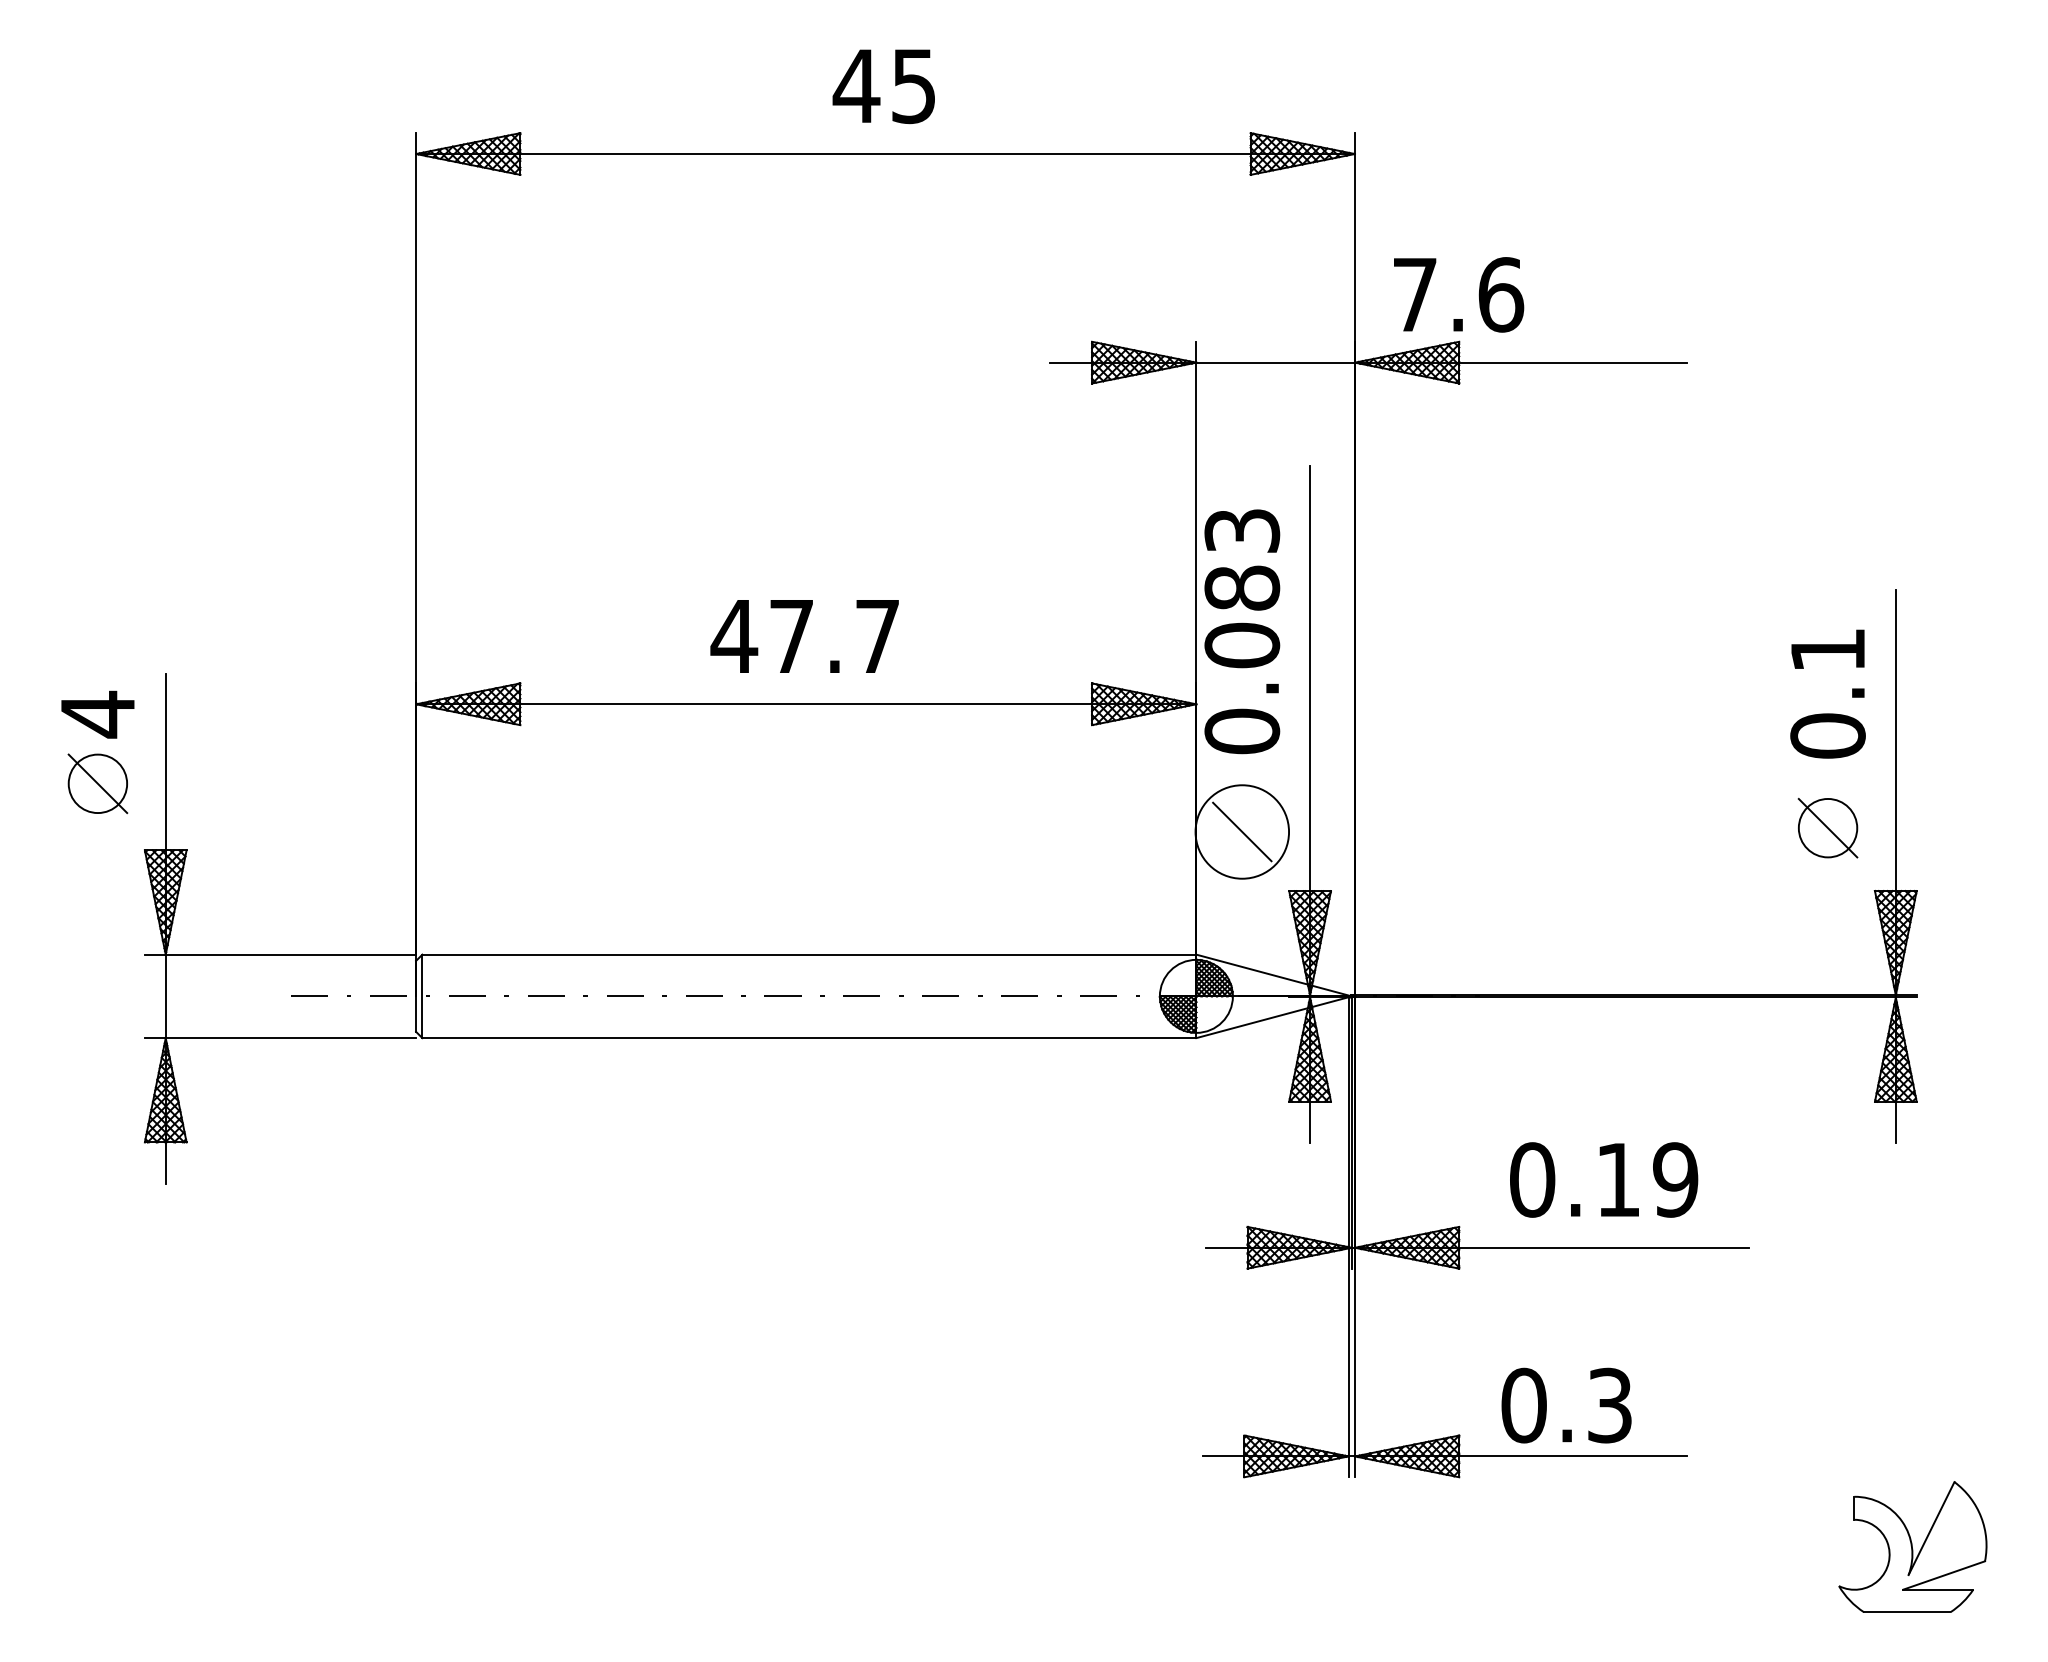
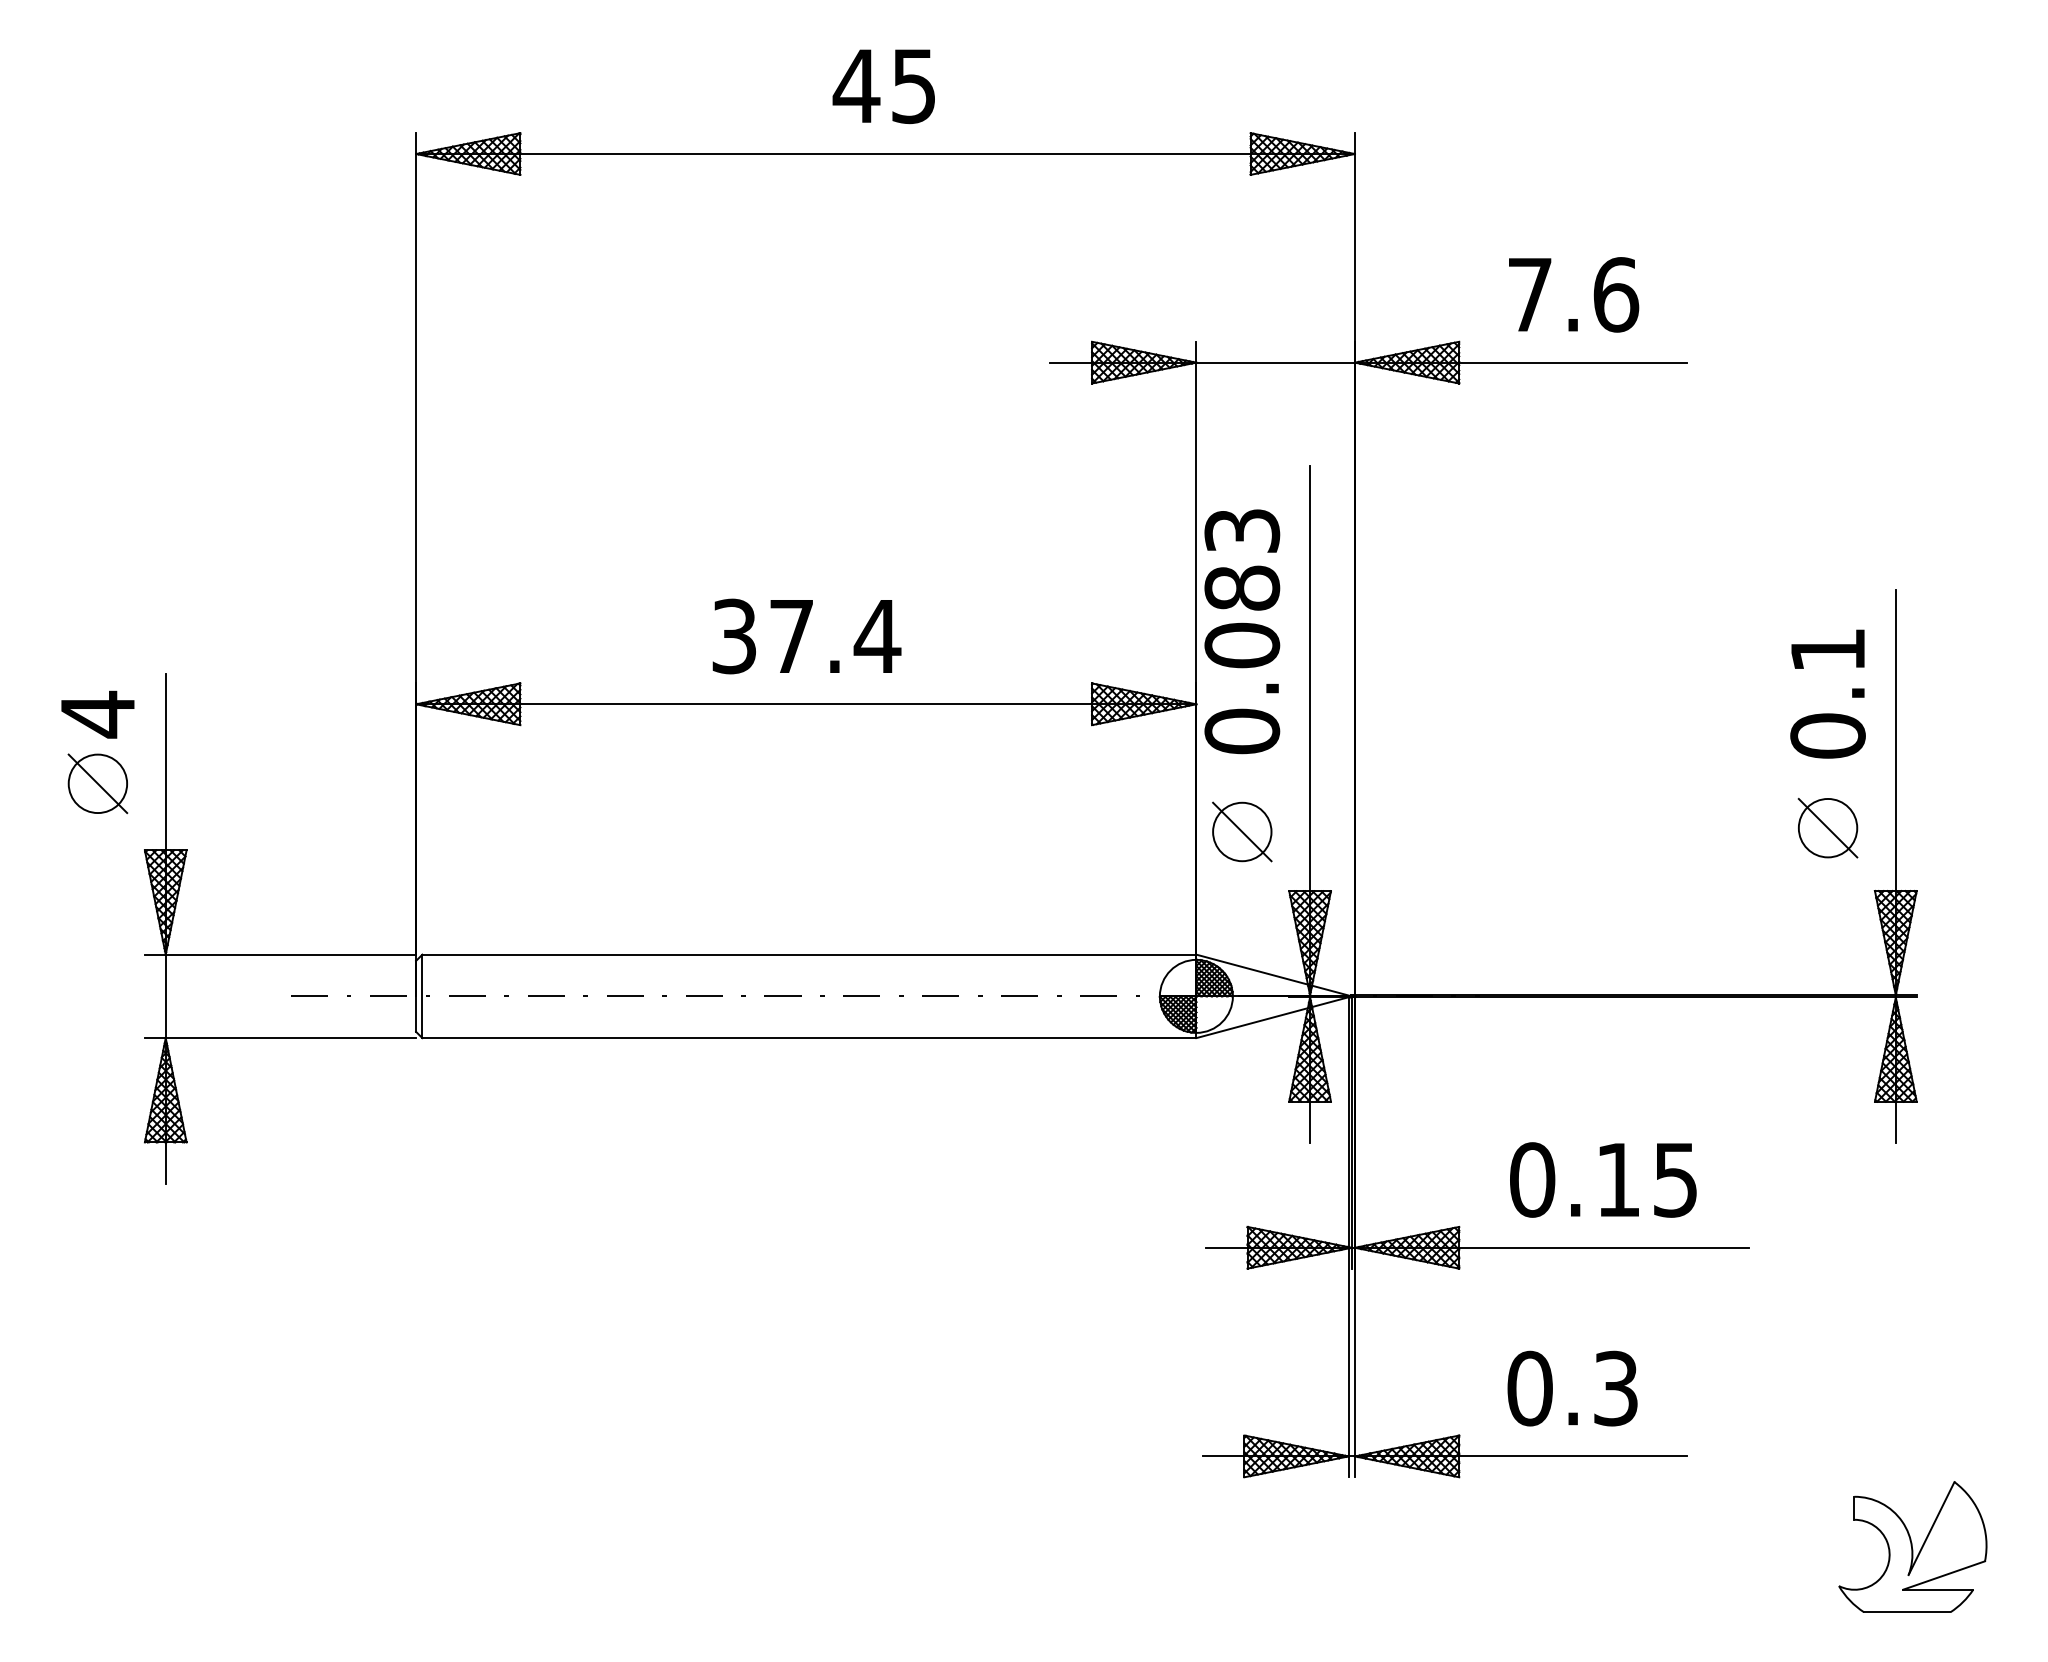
text at (1459, 294) position: (1459, 294) -> (1574, 294)
text at (805, 636): 47.7 -> 37.4
circle at (1242, 831) diameter: 93 px -> 58 px
text at (1675, 1179): 0.19 -> 0.15
text at (1566, 1405) position: (1566, 1405) -> (1572, 1388)
